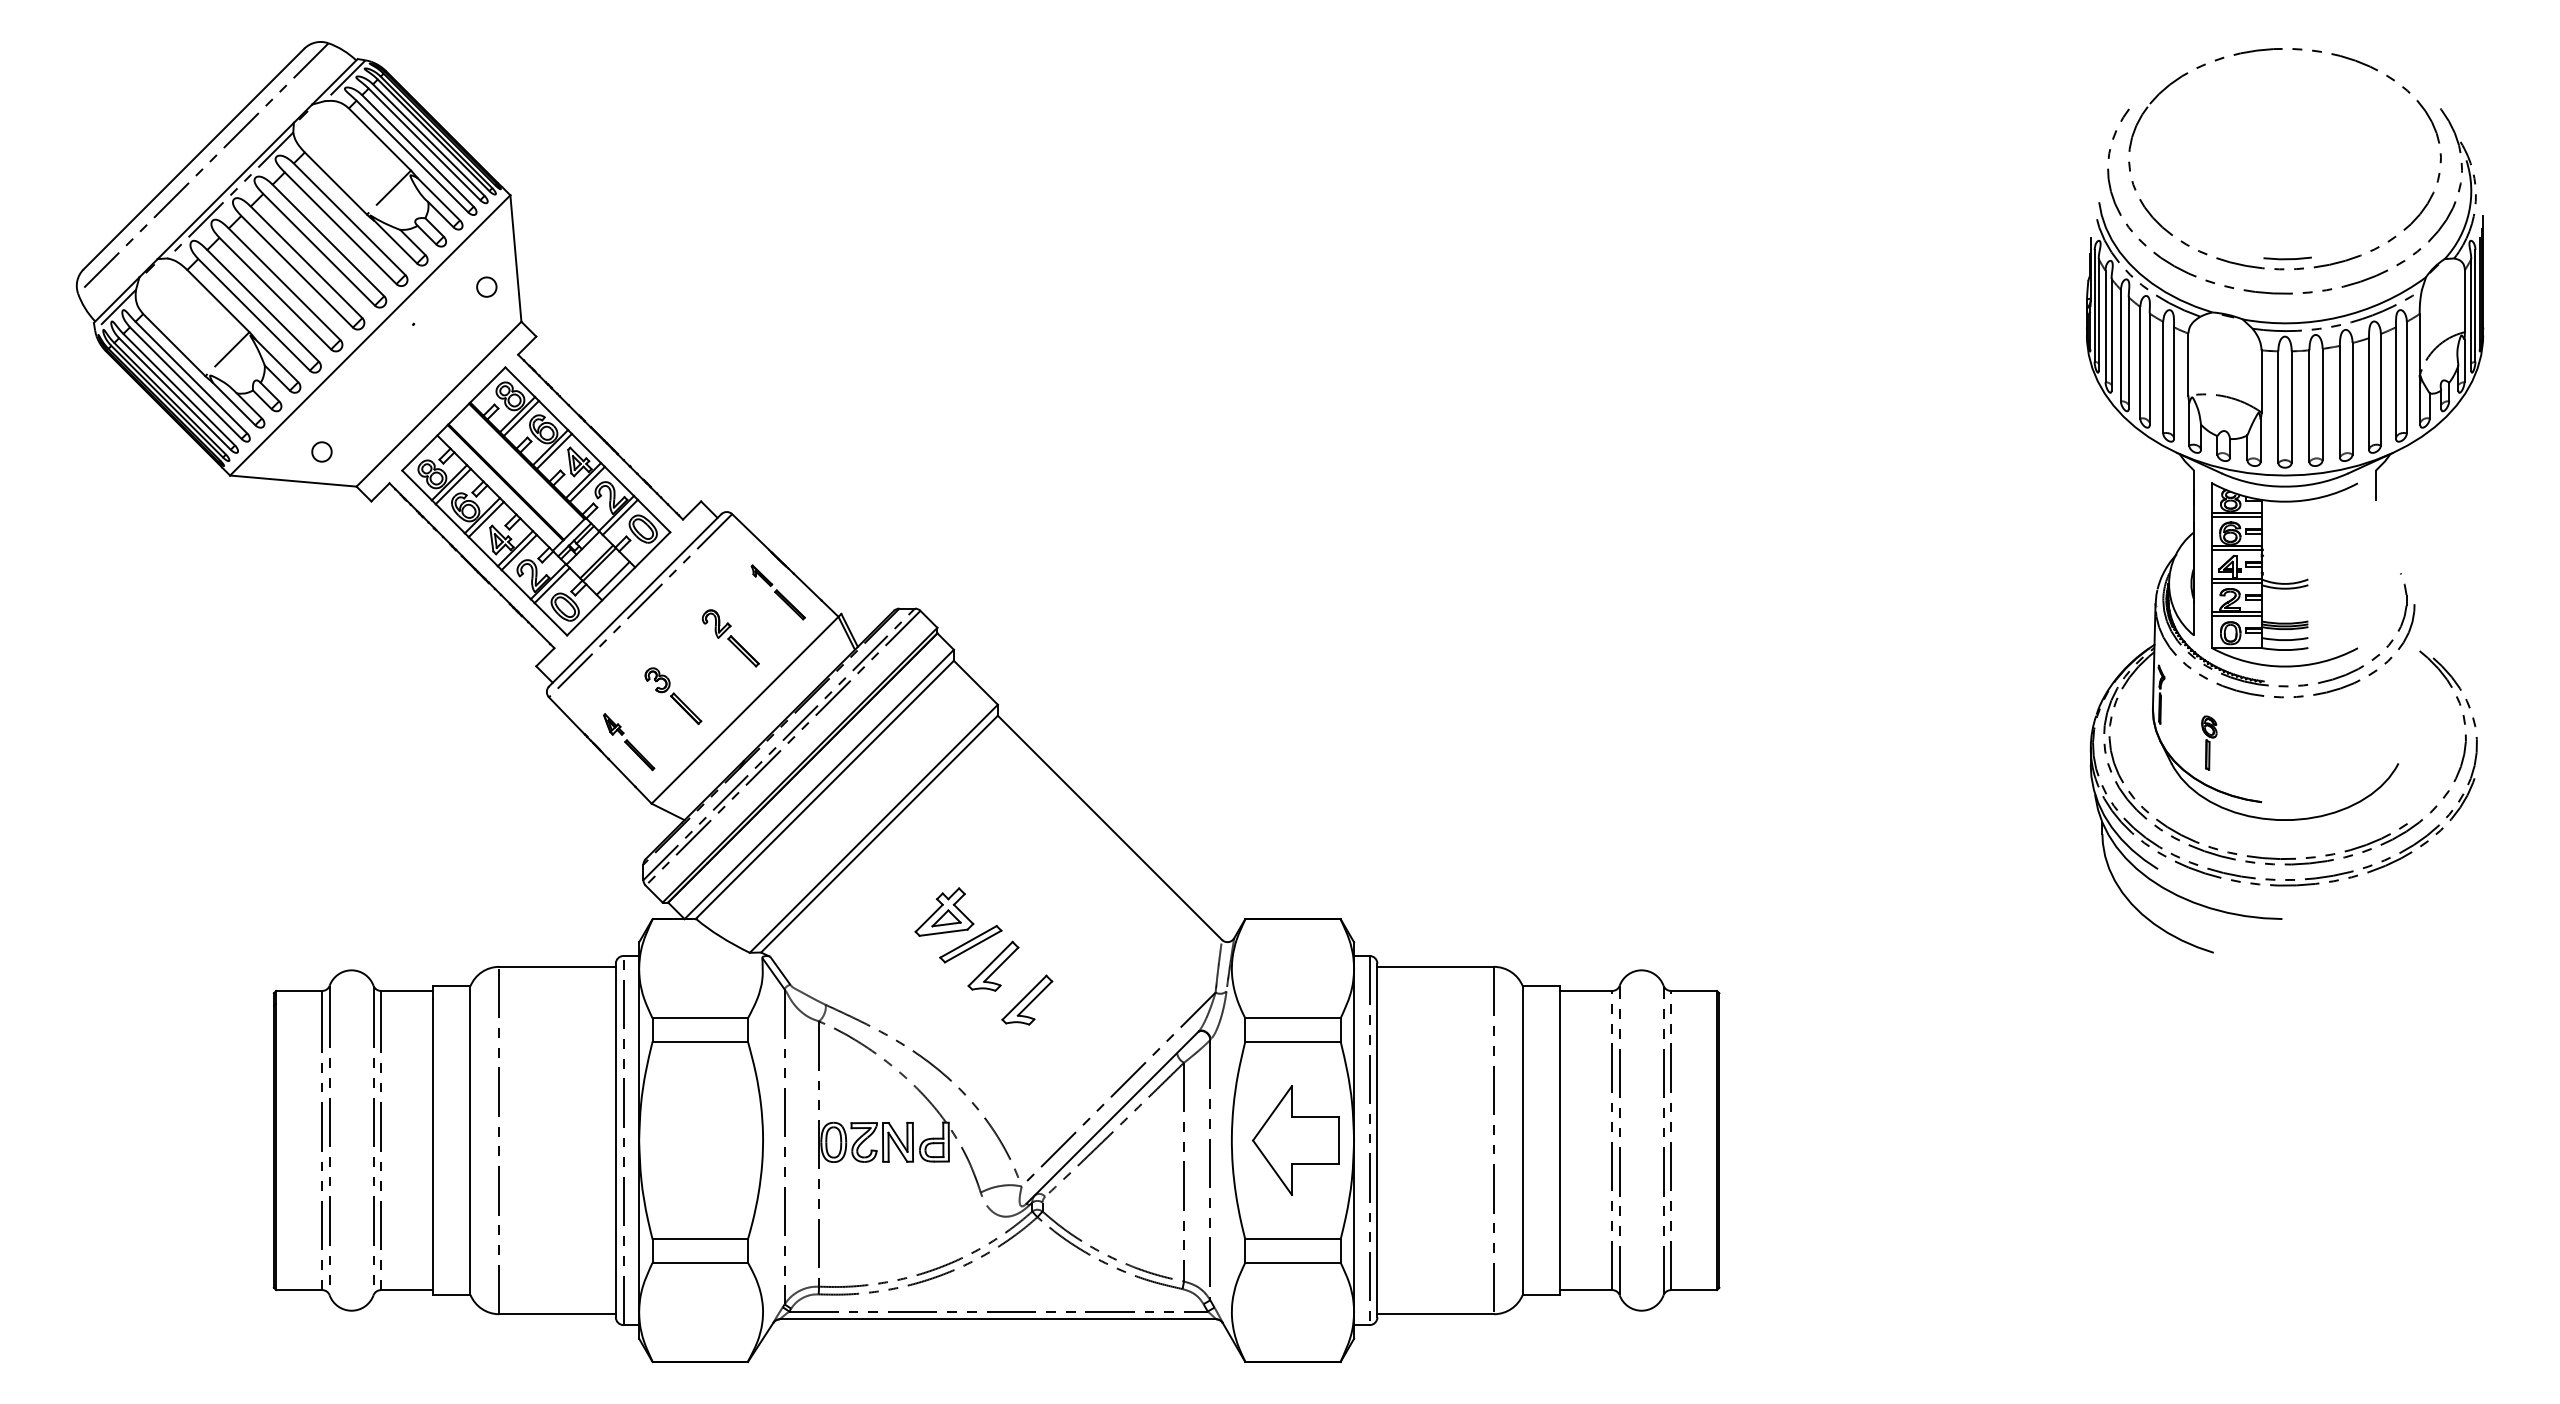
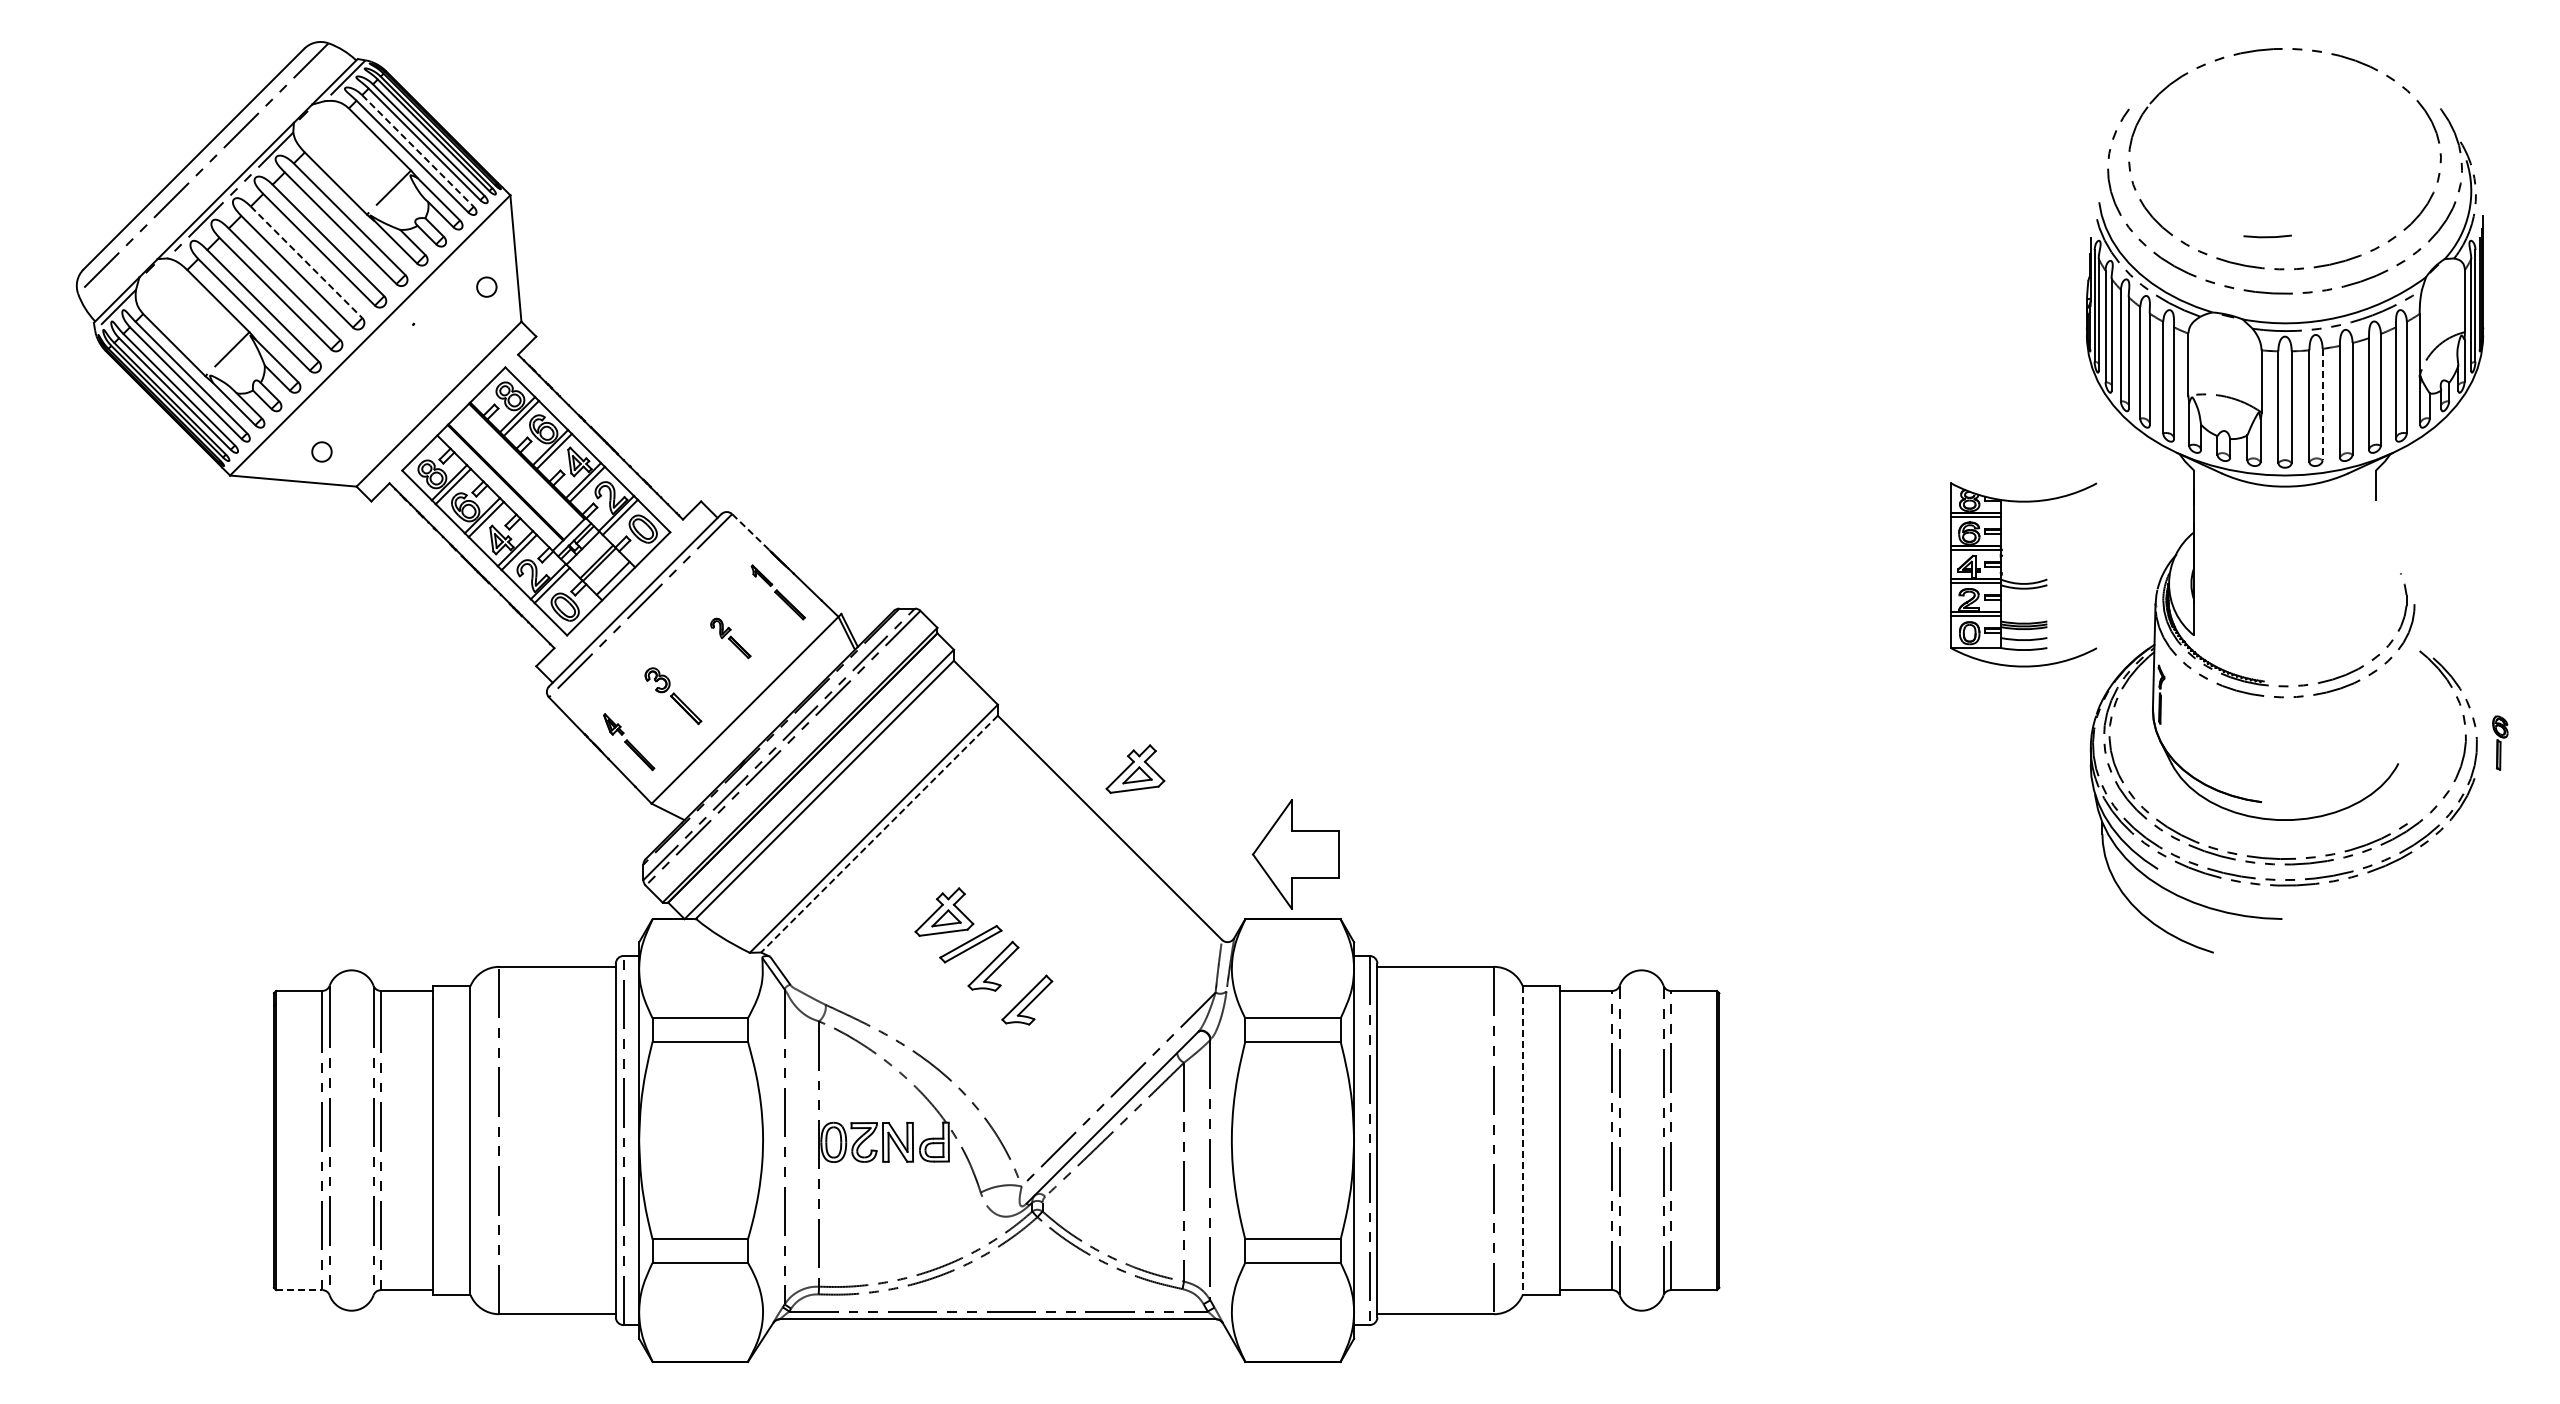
line at (417, 150): solid -> dashed
line at (2287, 258) position: (2287, 258) -> (2267, 236)
line at (306, 262): solid -> dashed
line at (2322, 404): solid -> dashed
line at (750, 531): solid -> dashed
part at (2281, 582) position: (2281, 582) -> (2020, 582)
part at (730, 638) size: 59x59 px -> 42x43 px
part at (2209, 742) position: (2209, 742) -> (2500, 742)
part at (1135, 768): none -> present
line at (879, 834): solid -> dashed
part at (1295, 1140) position: (1295, 1140) -> (1295, 854)
line at (1522, 1141): solid -> dashed
line at (299, 1290): solid -> dashed
